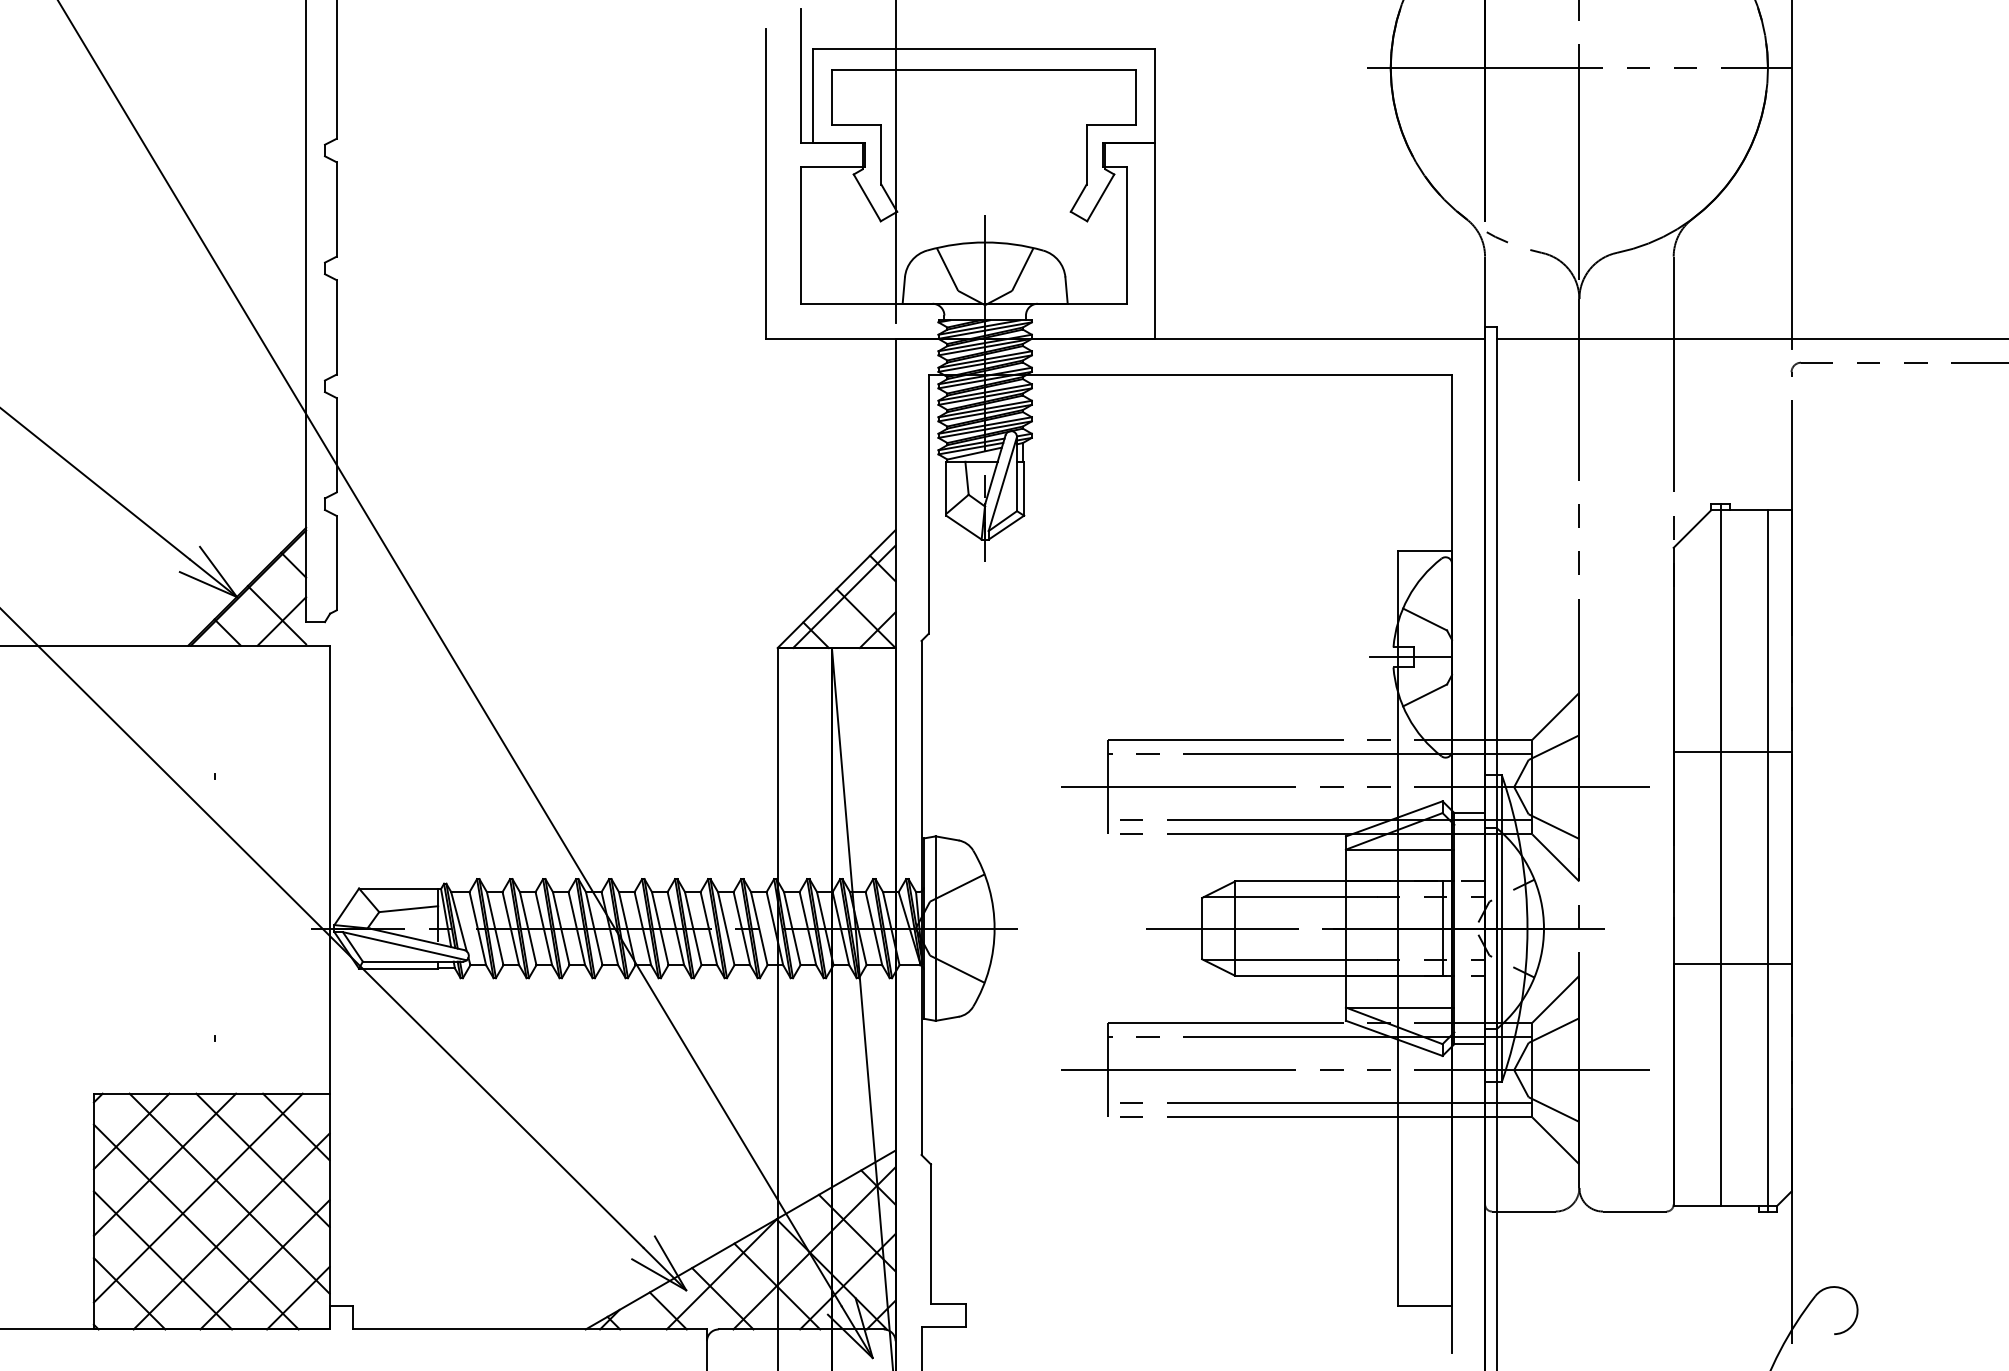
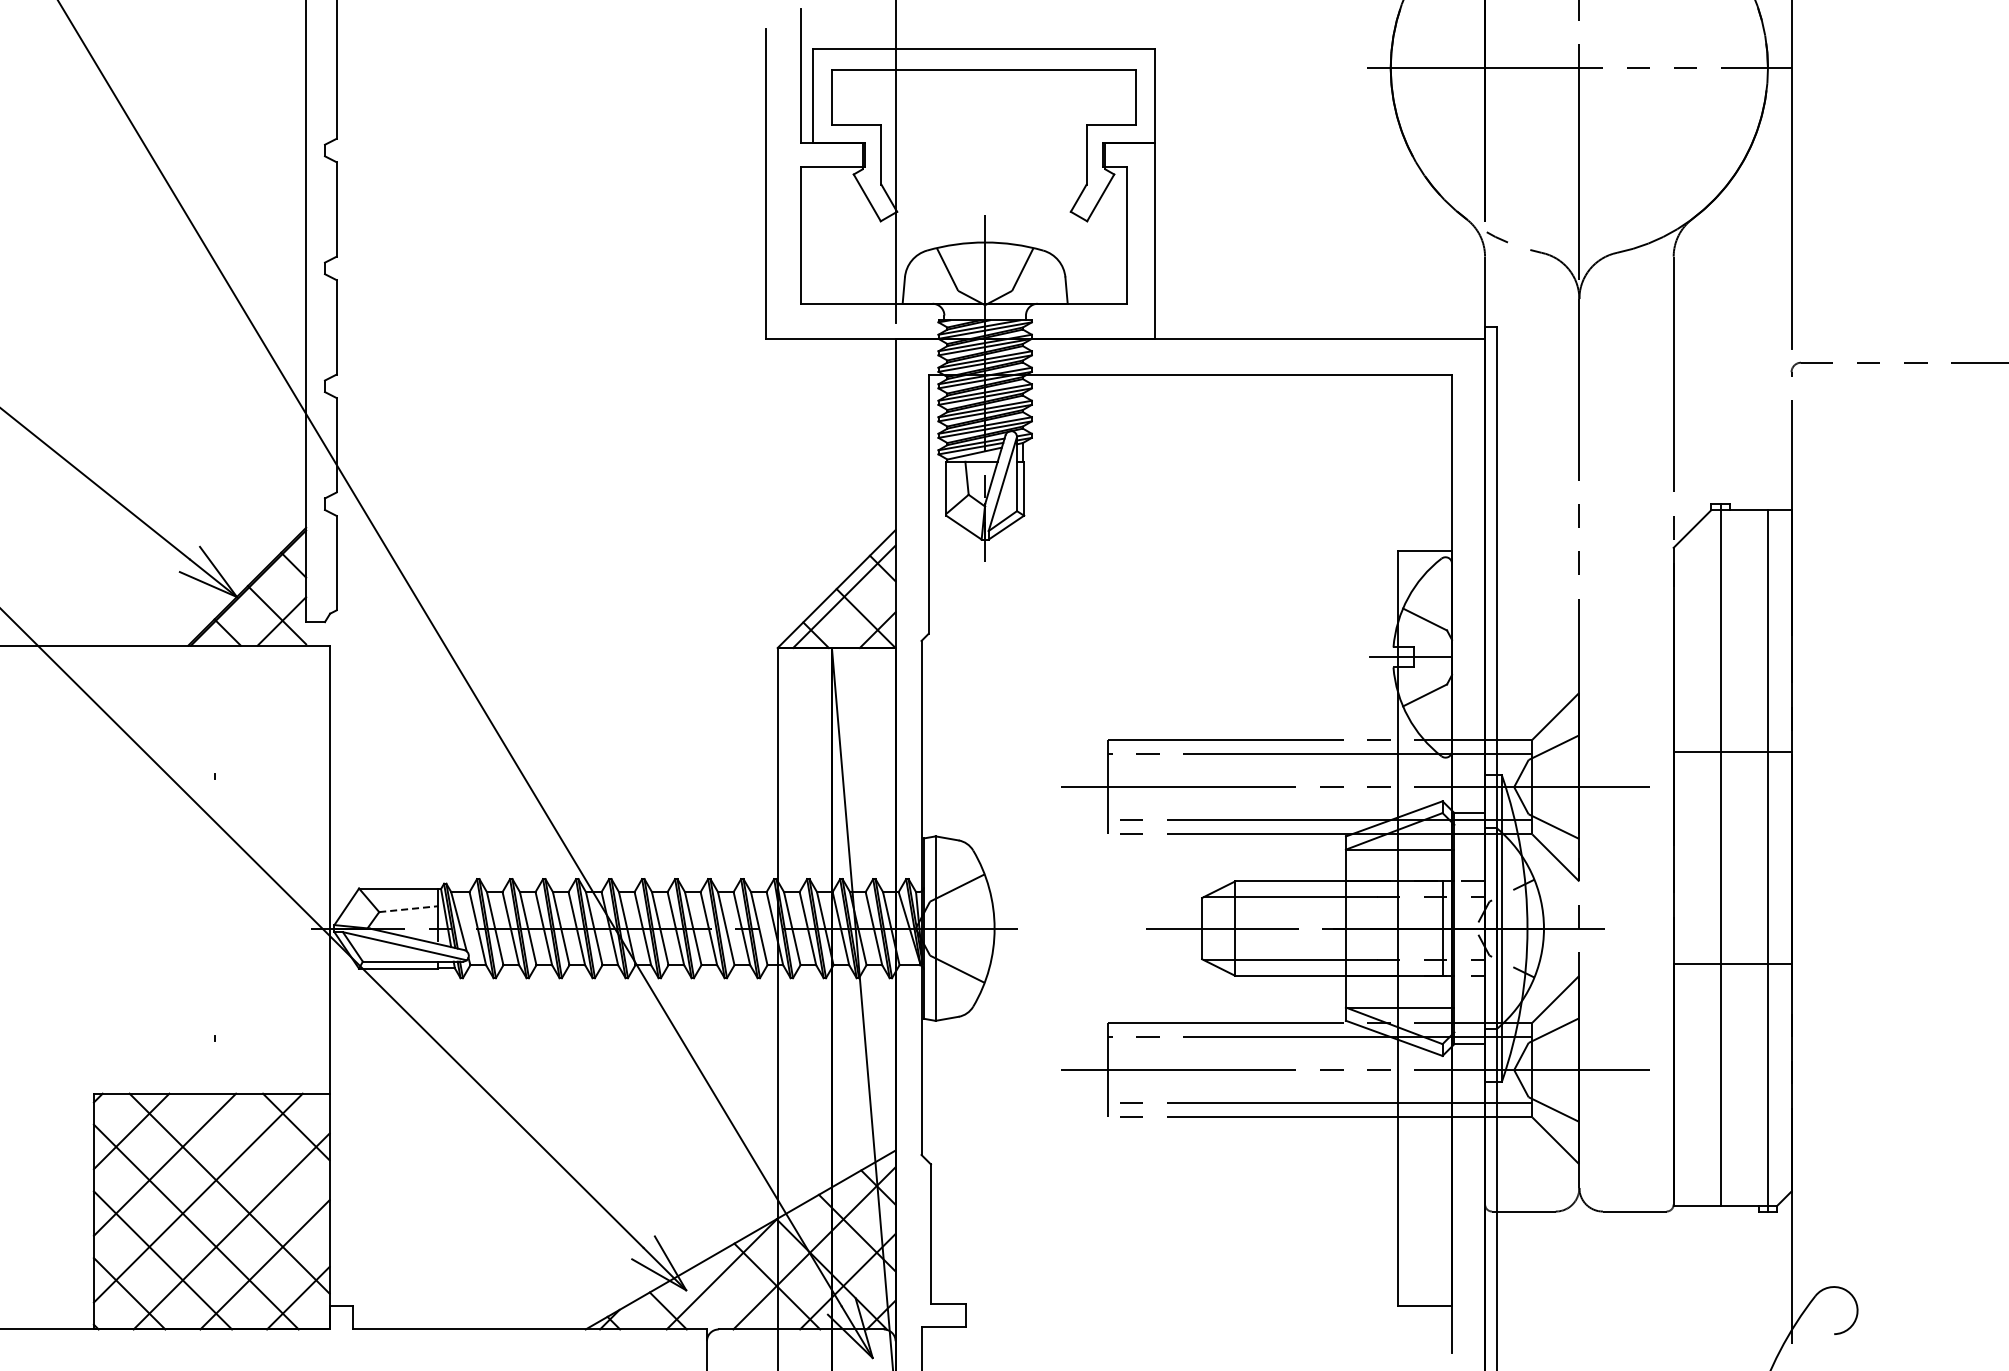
line at (1750, 339): present -> none
line at (408, 909): solid -> dashed
line at (262, 1160): present -> none
line at (722, 1298): present -> none
